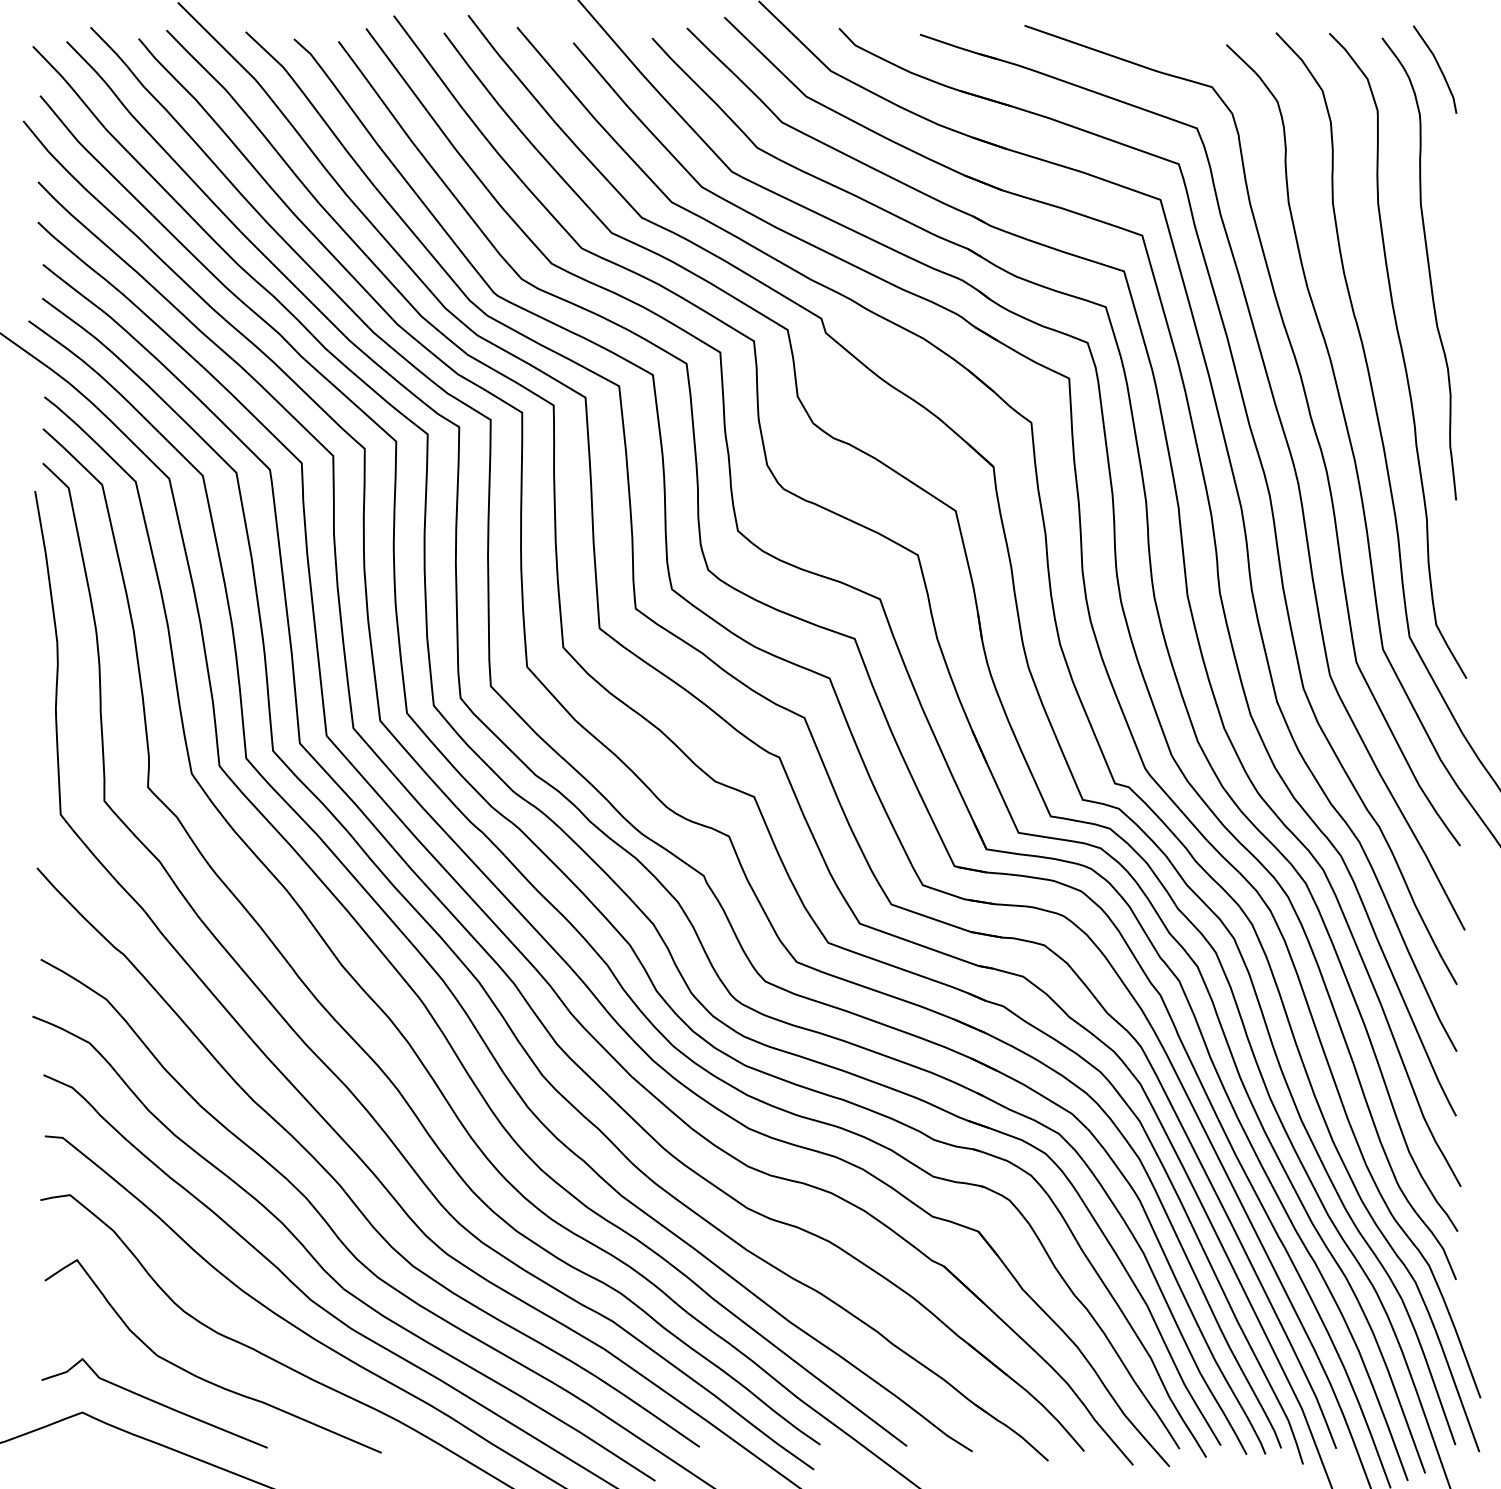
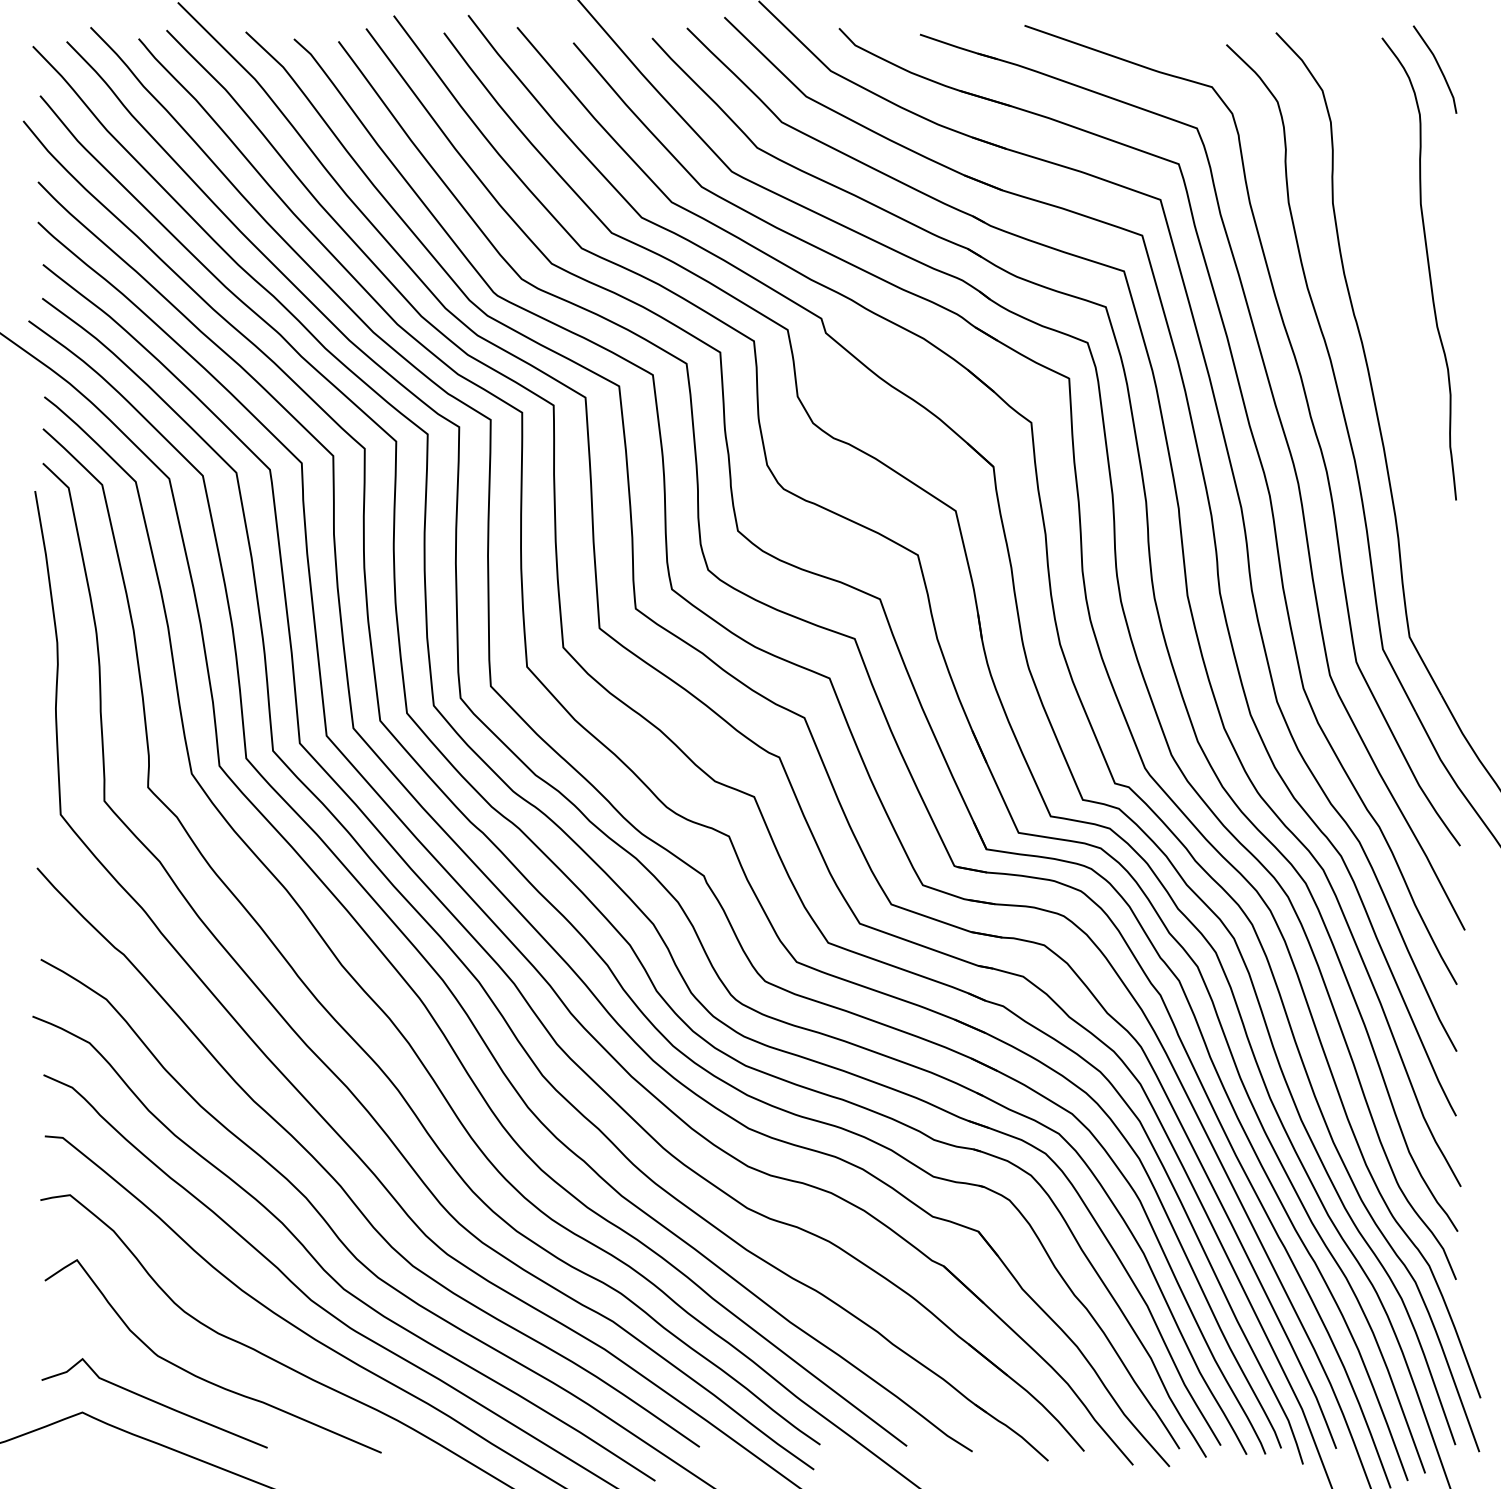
curve at (1401, 354): present -> none
